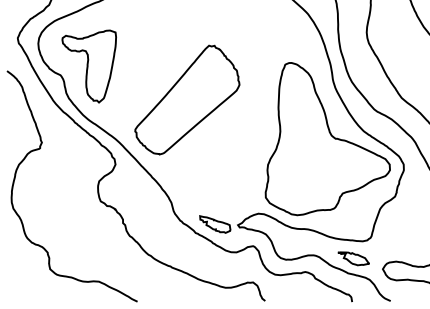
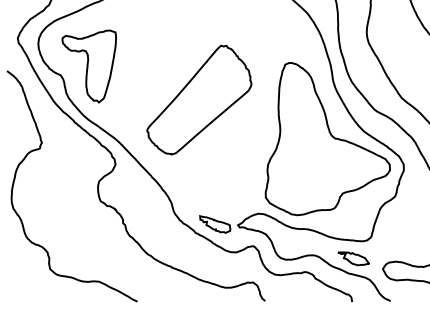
part at (187, 99) position: (187, 99) -> (199, 99)
